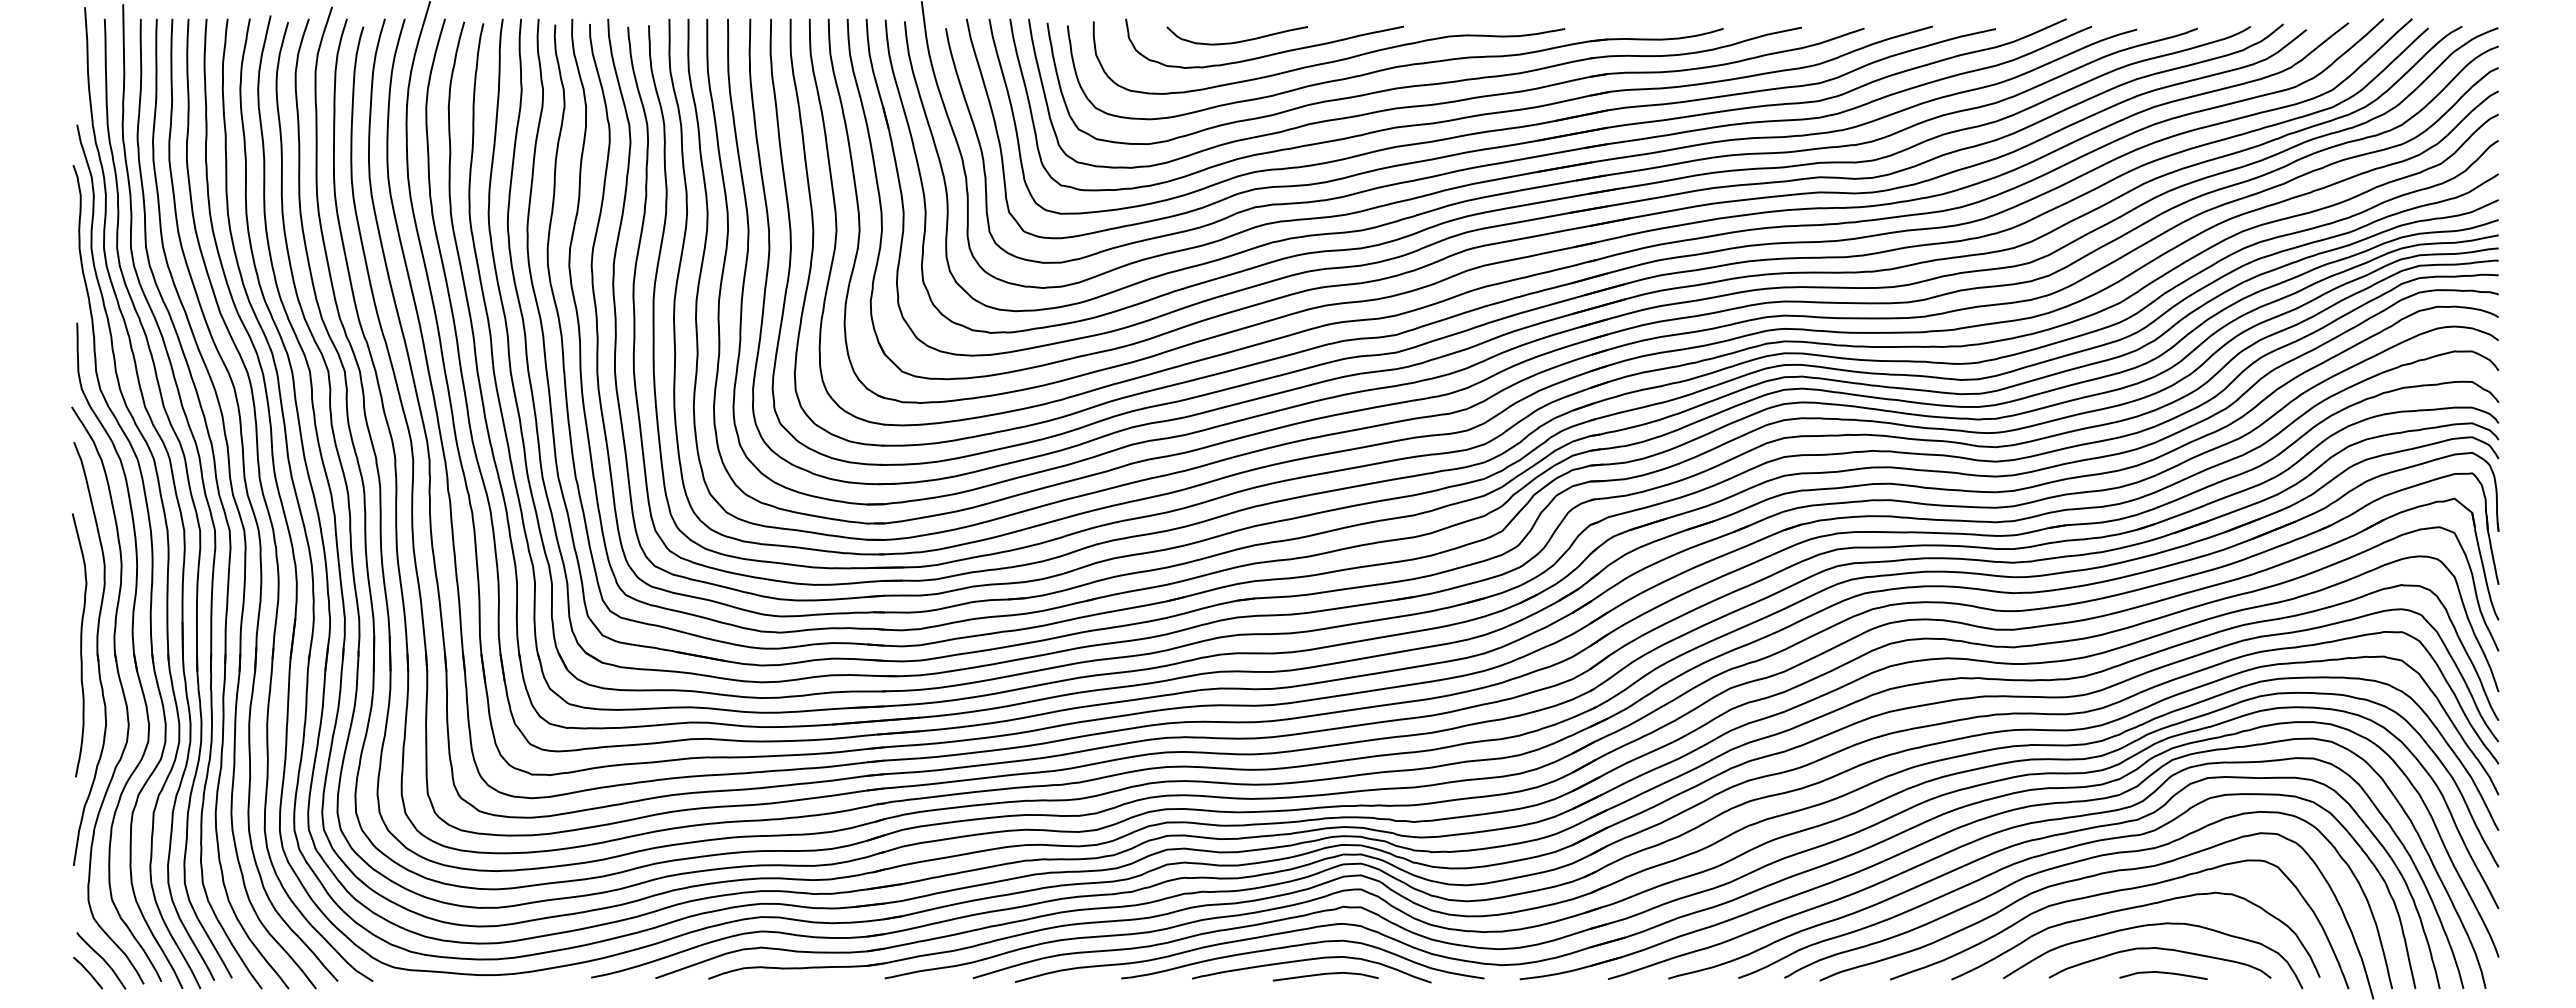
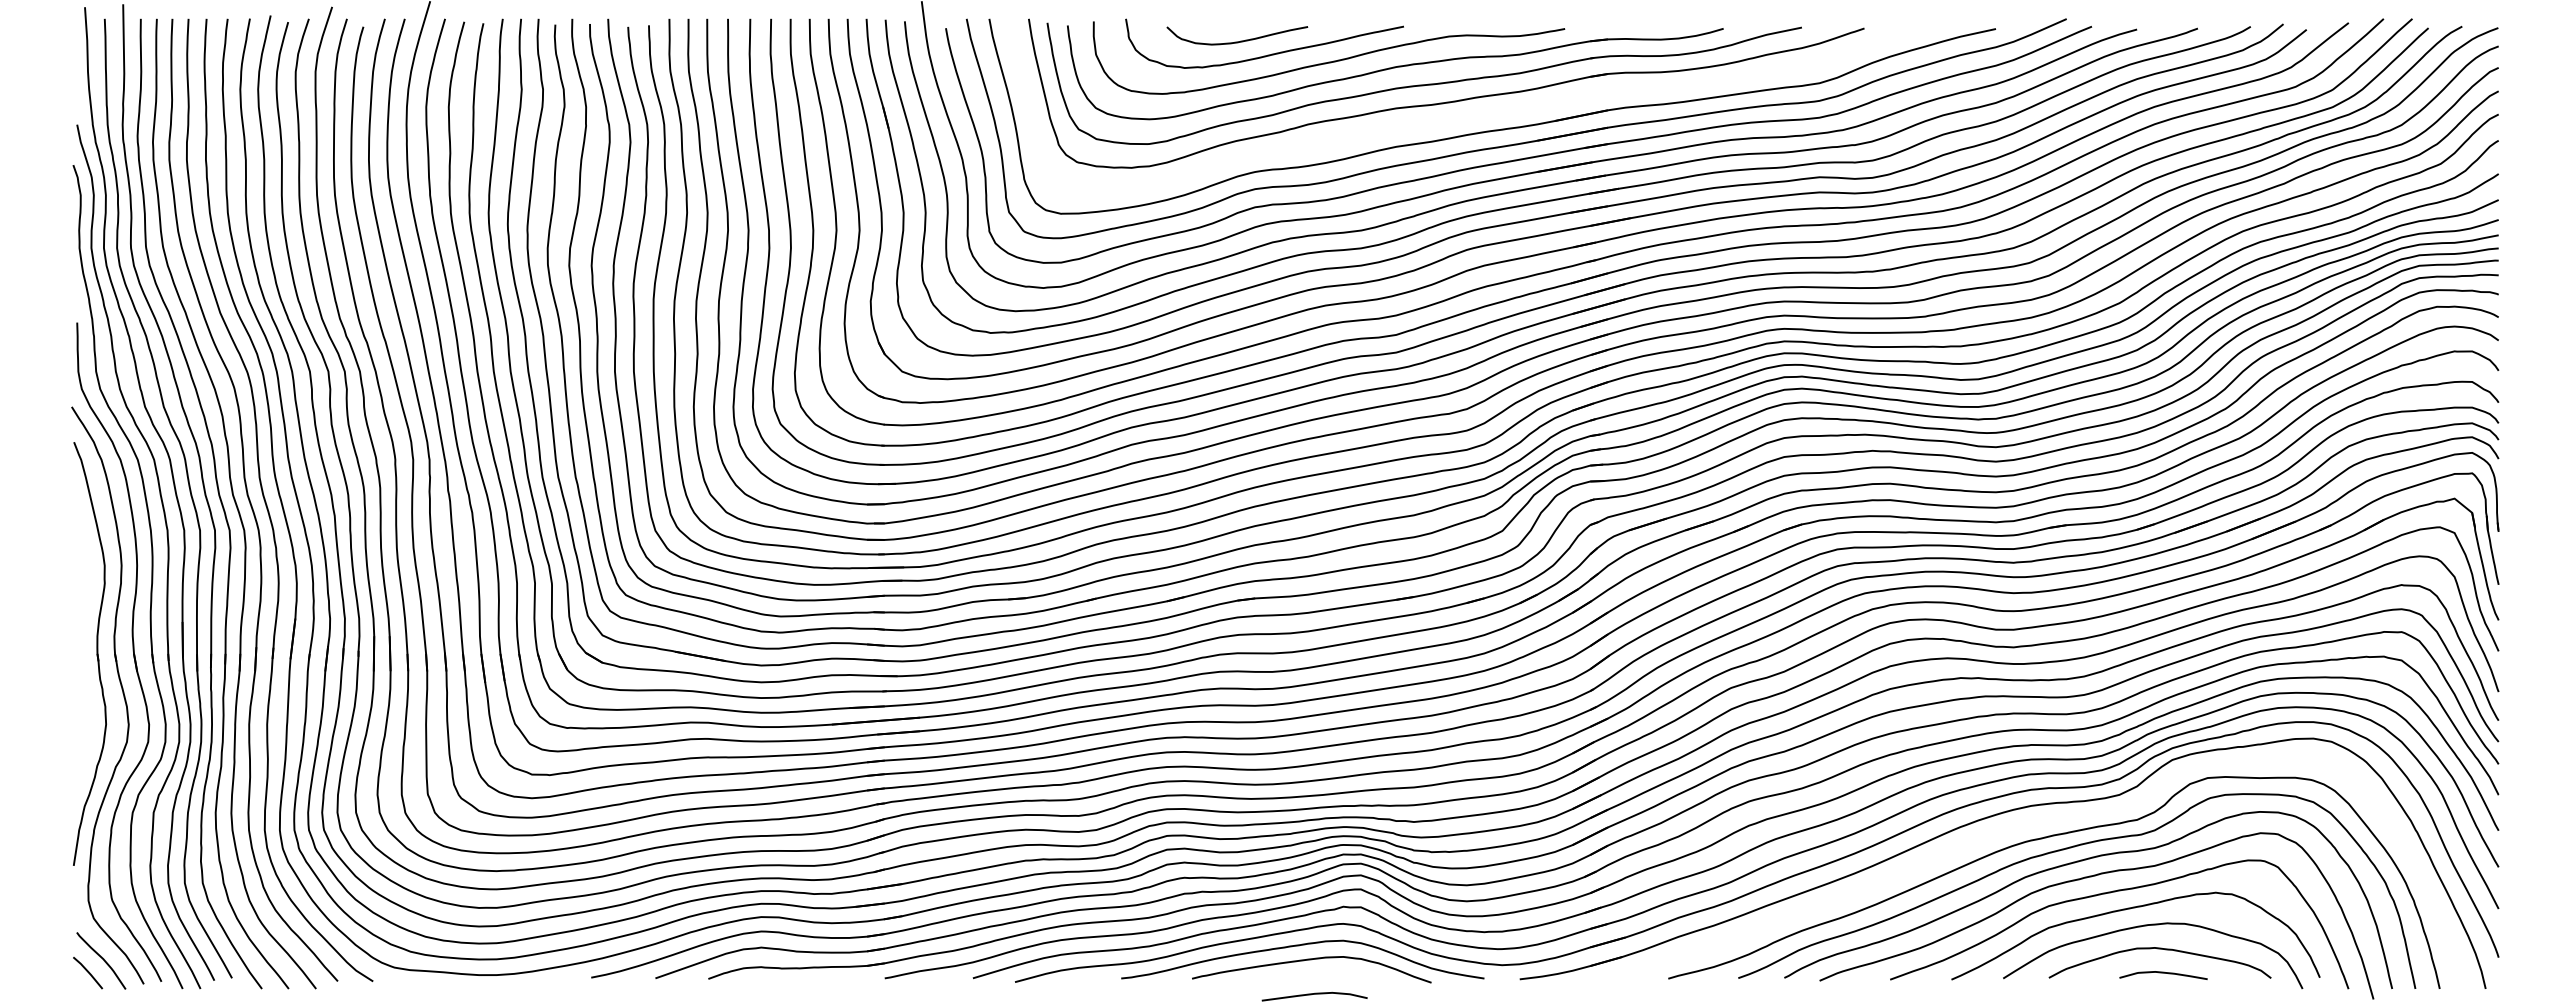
part at (1470, 115): present -> none
curve at (80, 645): present -> none
curve at (2022, 826): present -> none
curve at (1325, 974) position: (1325, 974) -> (1314, 994)
